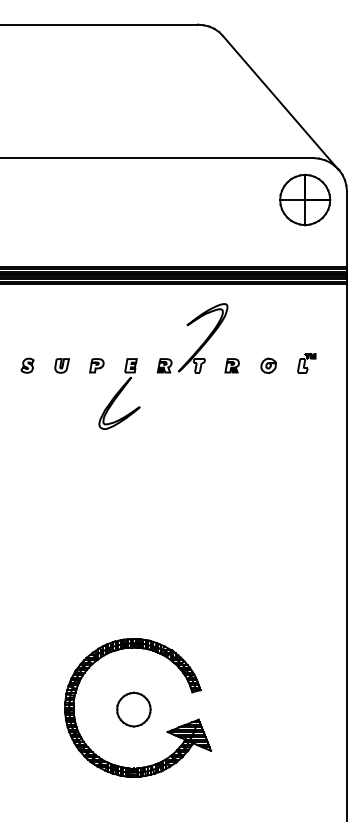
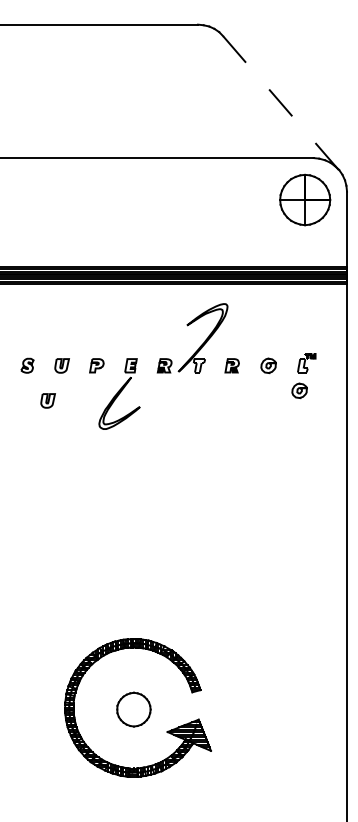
line at (280, 102): solid -> dashed
part at (299, 390): none -> present
part at (47, 400): none -> present
